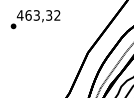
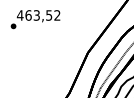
text at (49, 14): 463,32 -> 463,52
